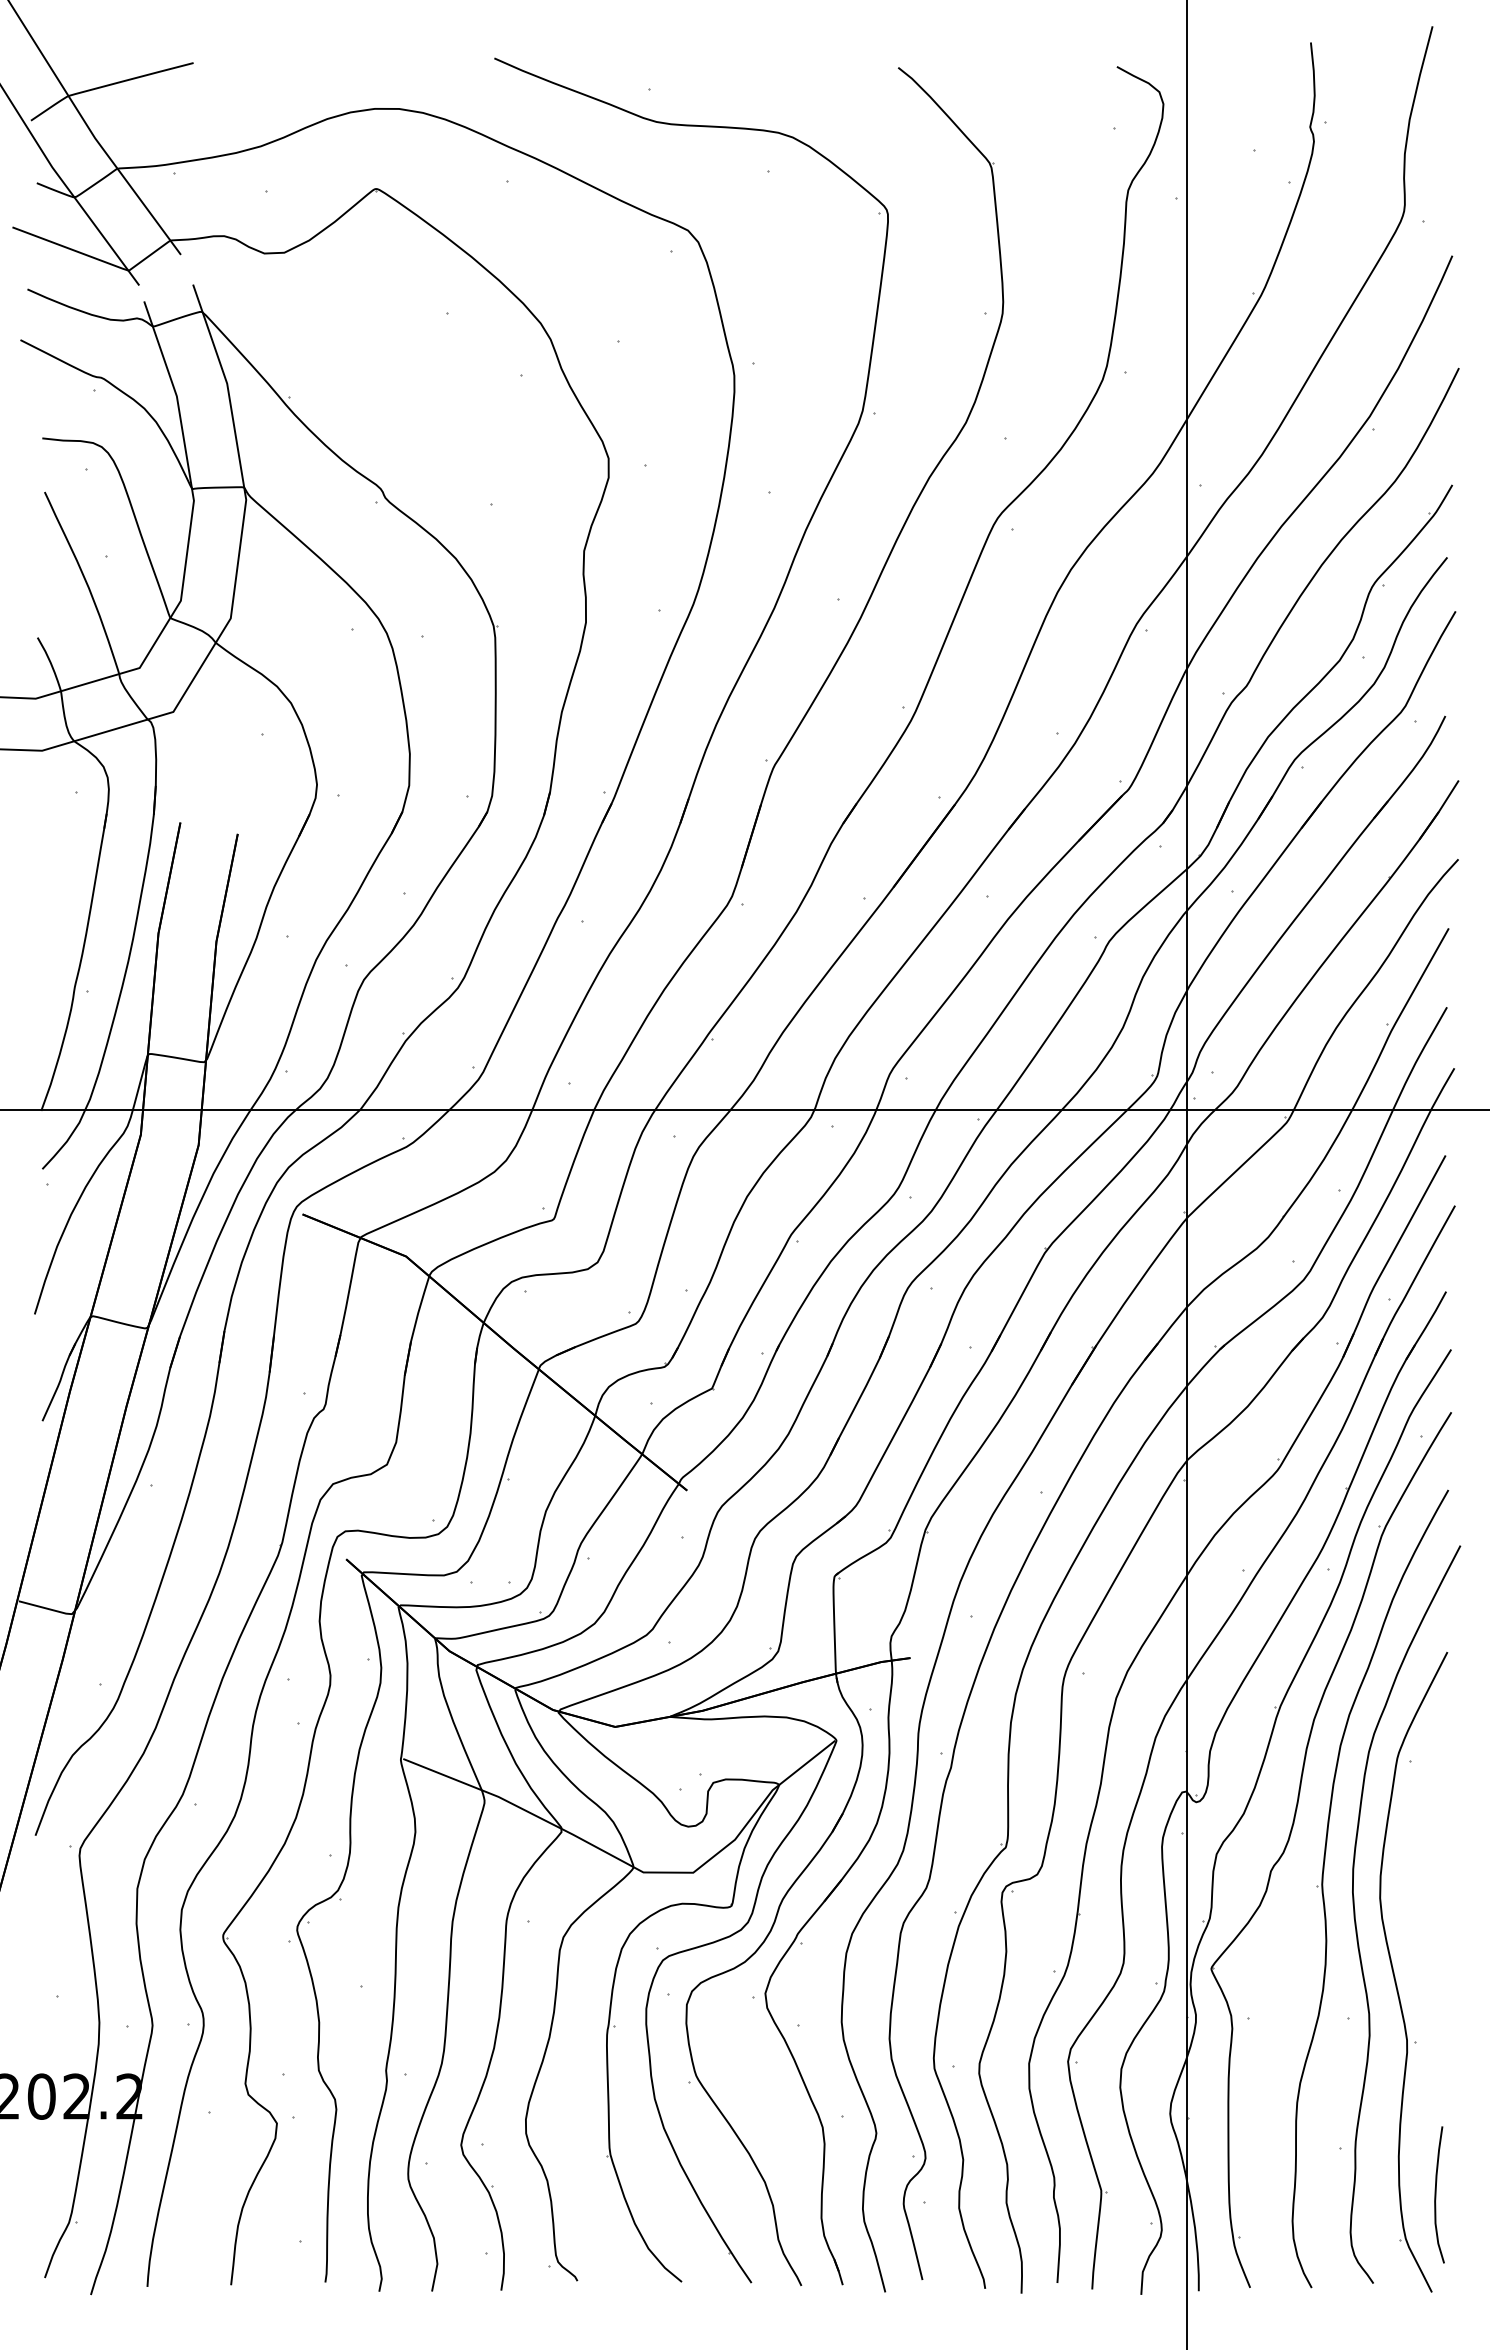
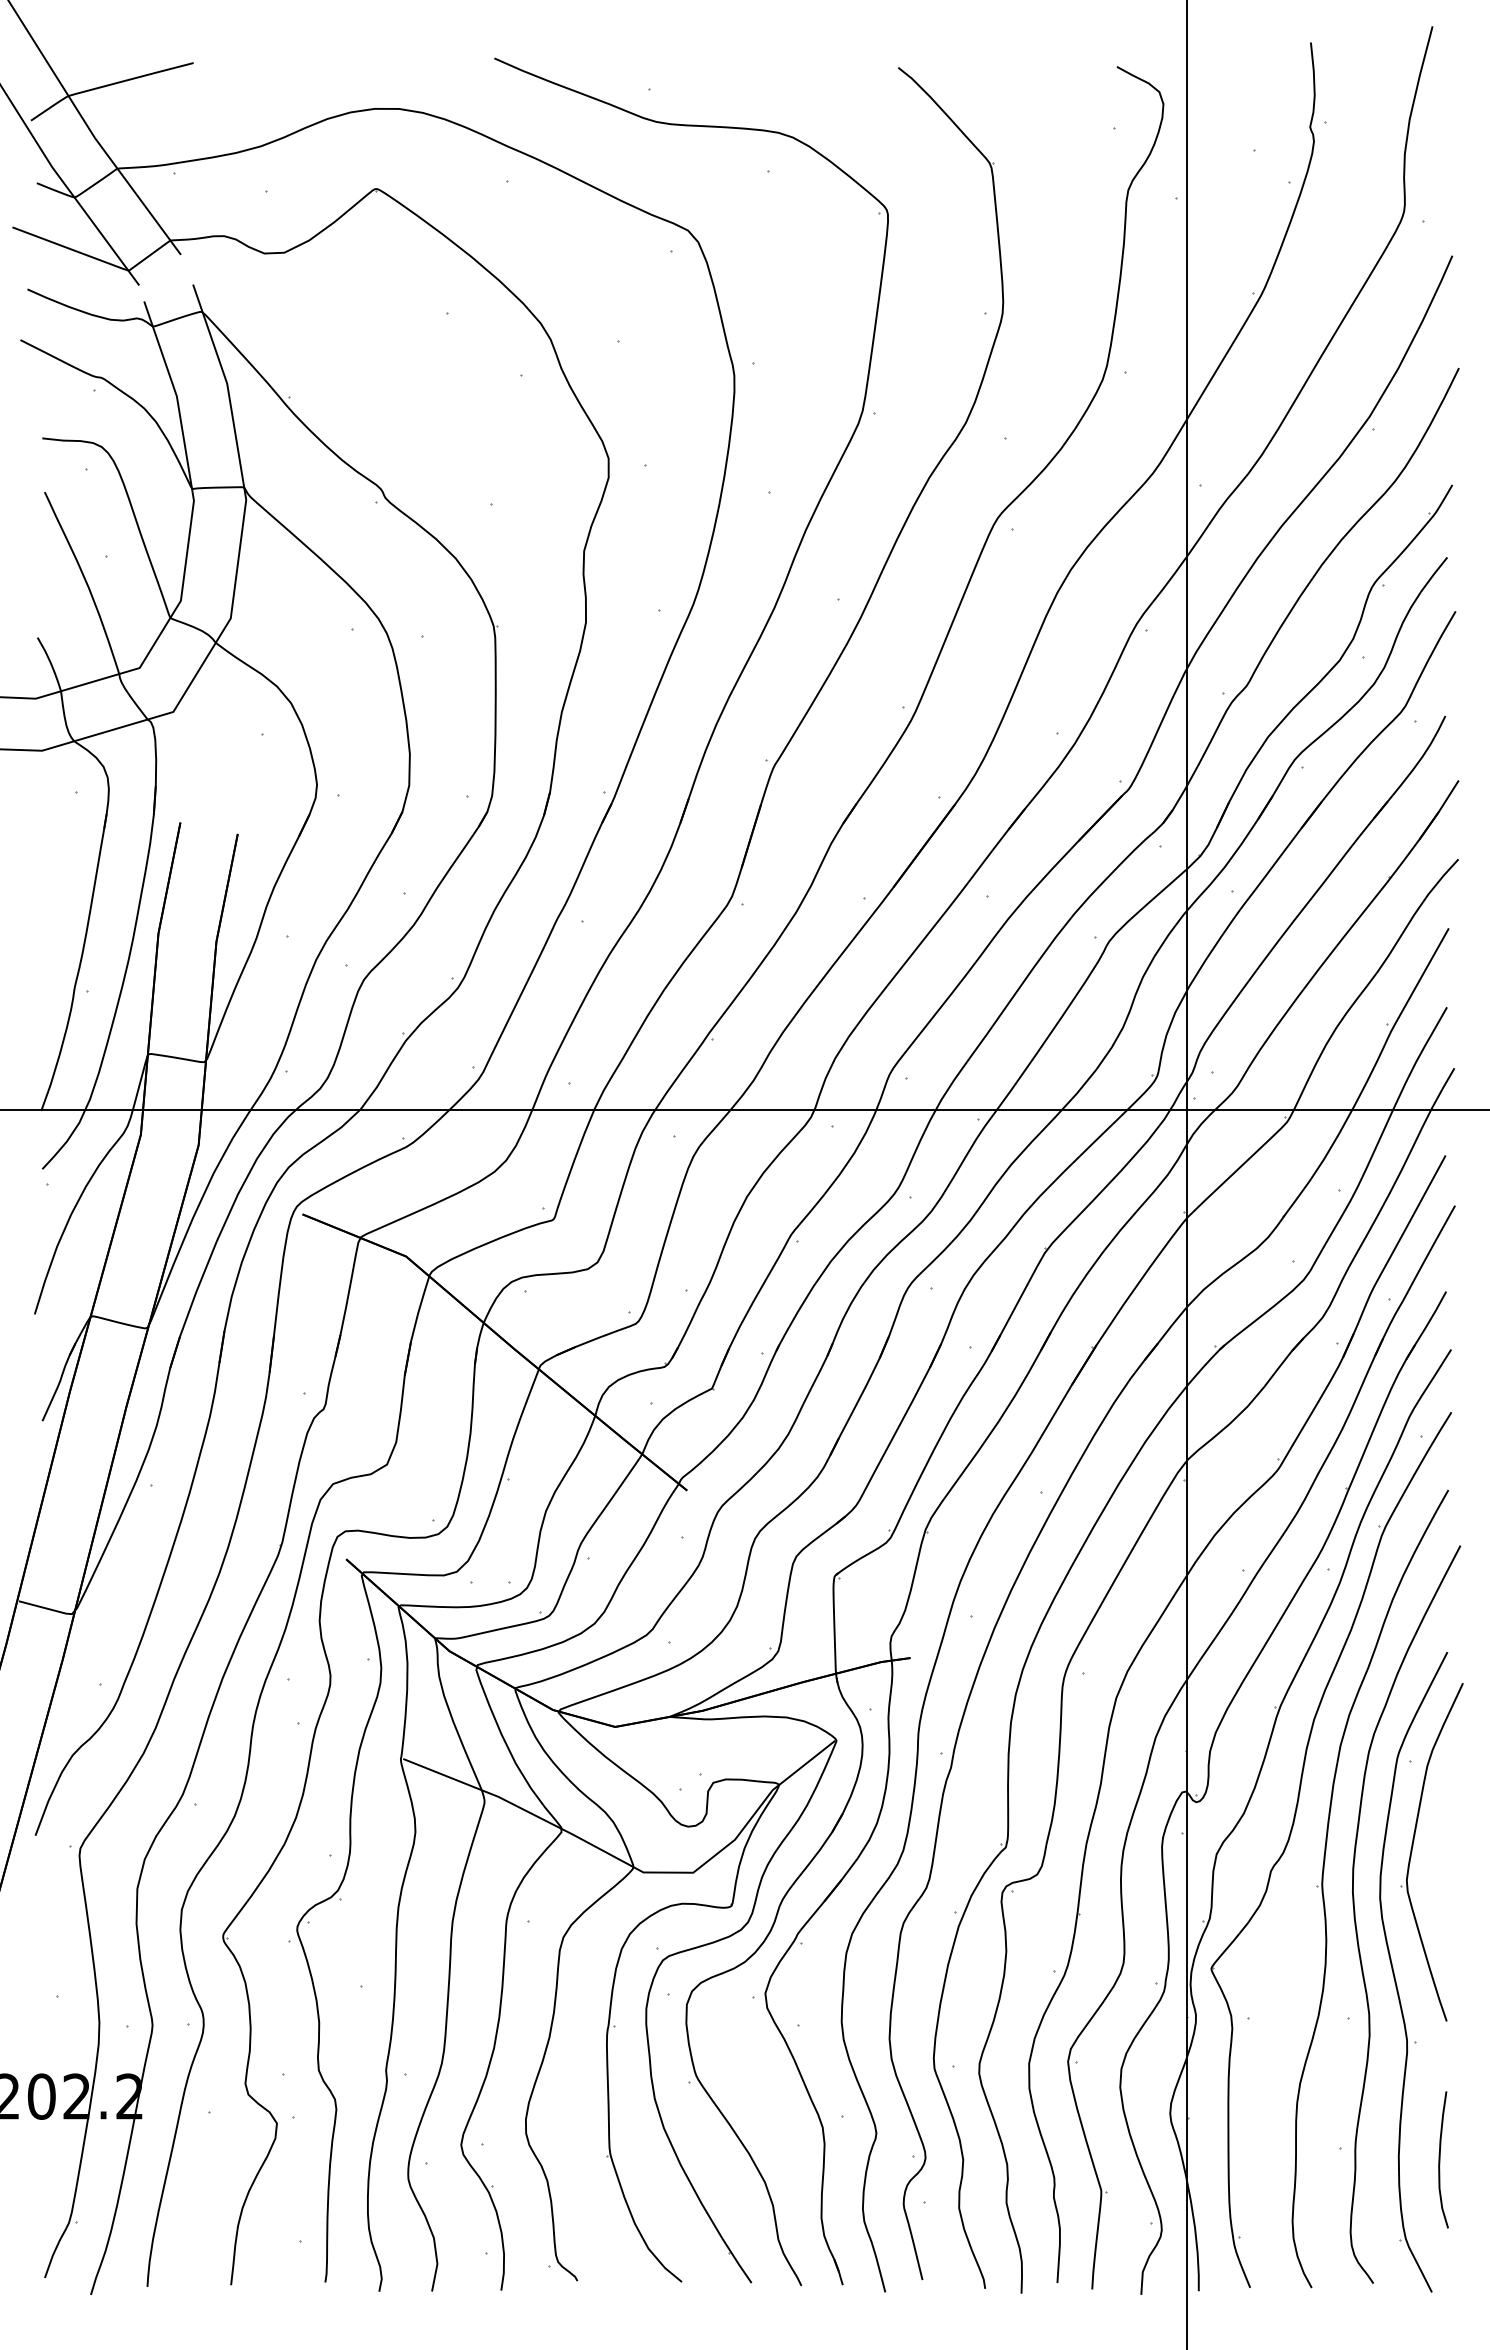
part at (1413, 1846): none -> present
curve at (1436, 2194) position: (1436, 2194) -> (1440, 2159)
